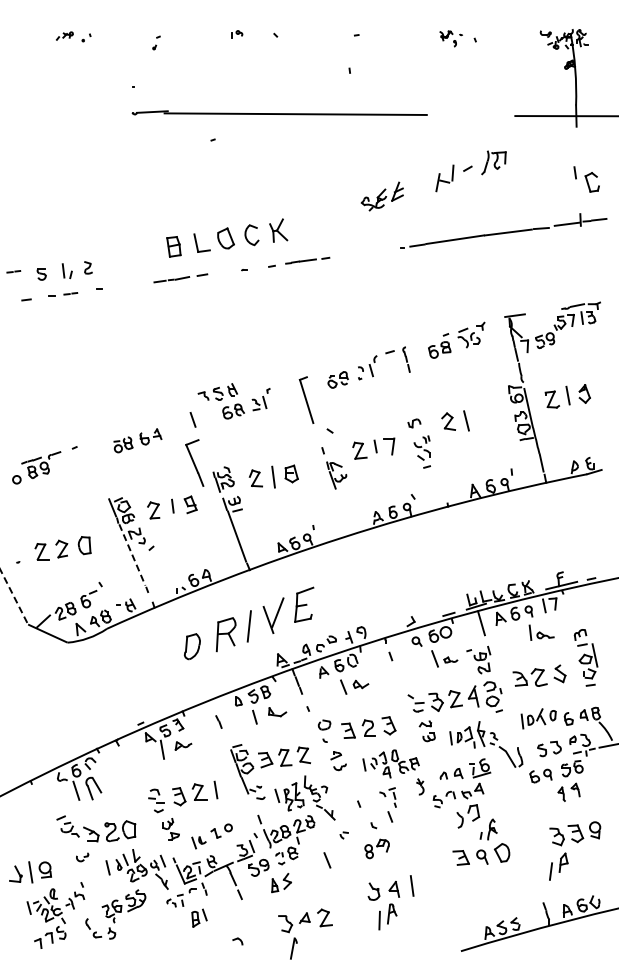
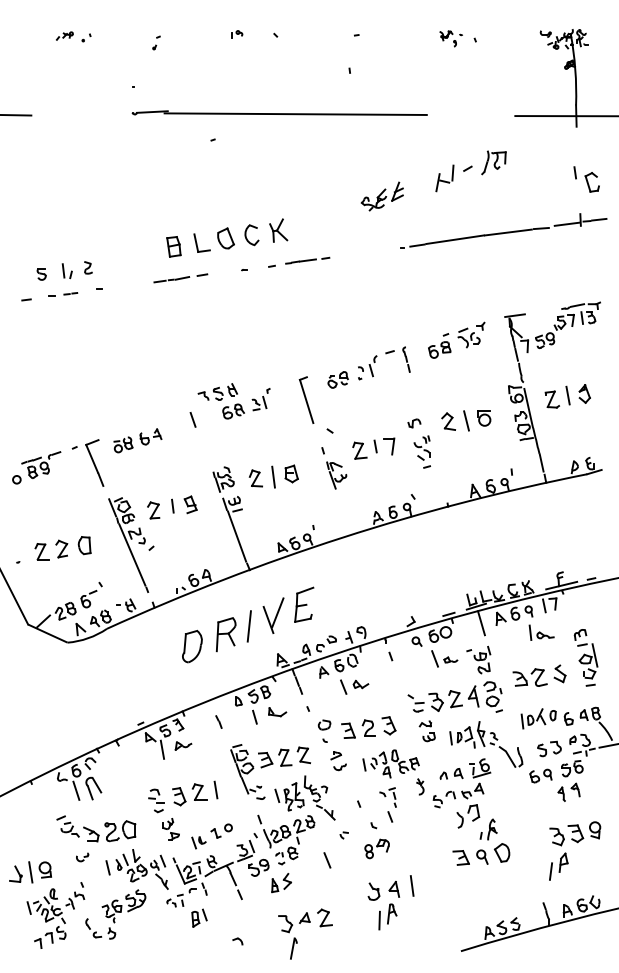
line at (16, 115): none -> present
line at (13, 271): present -> none
part at (484, 418): none -> present
part at (194, 462) position: (194, 462) -> (94, 462)
line at (132, 555): dashed -> solid
line at (14, 596): dashed -> solid
part at (191, 646) size: 18x28 px -> 21x34 px
